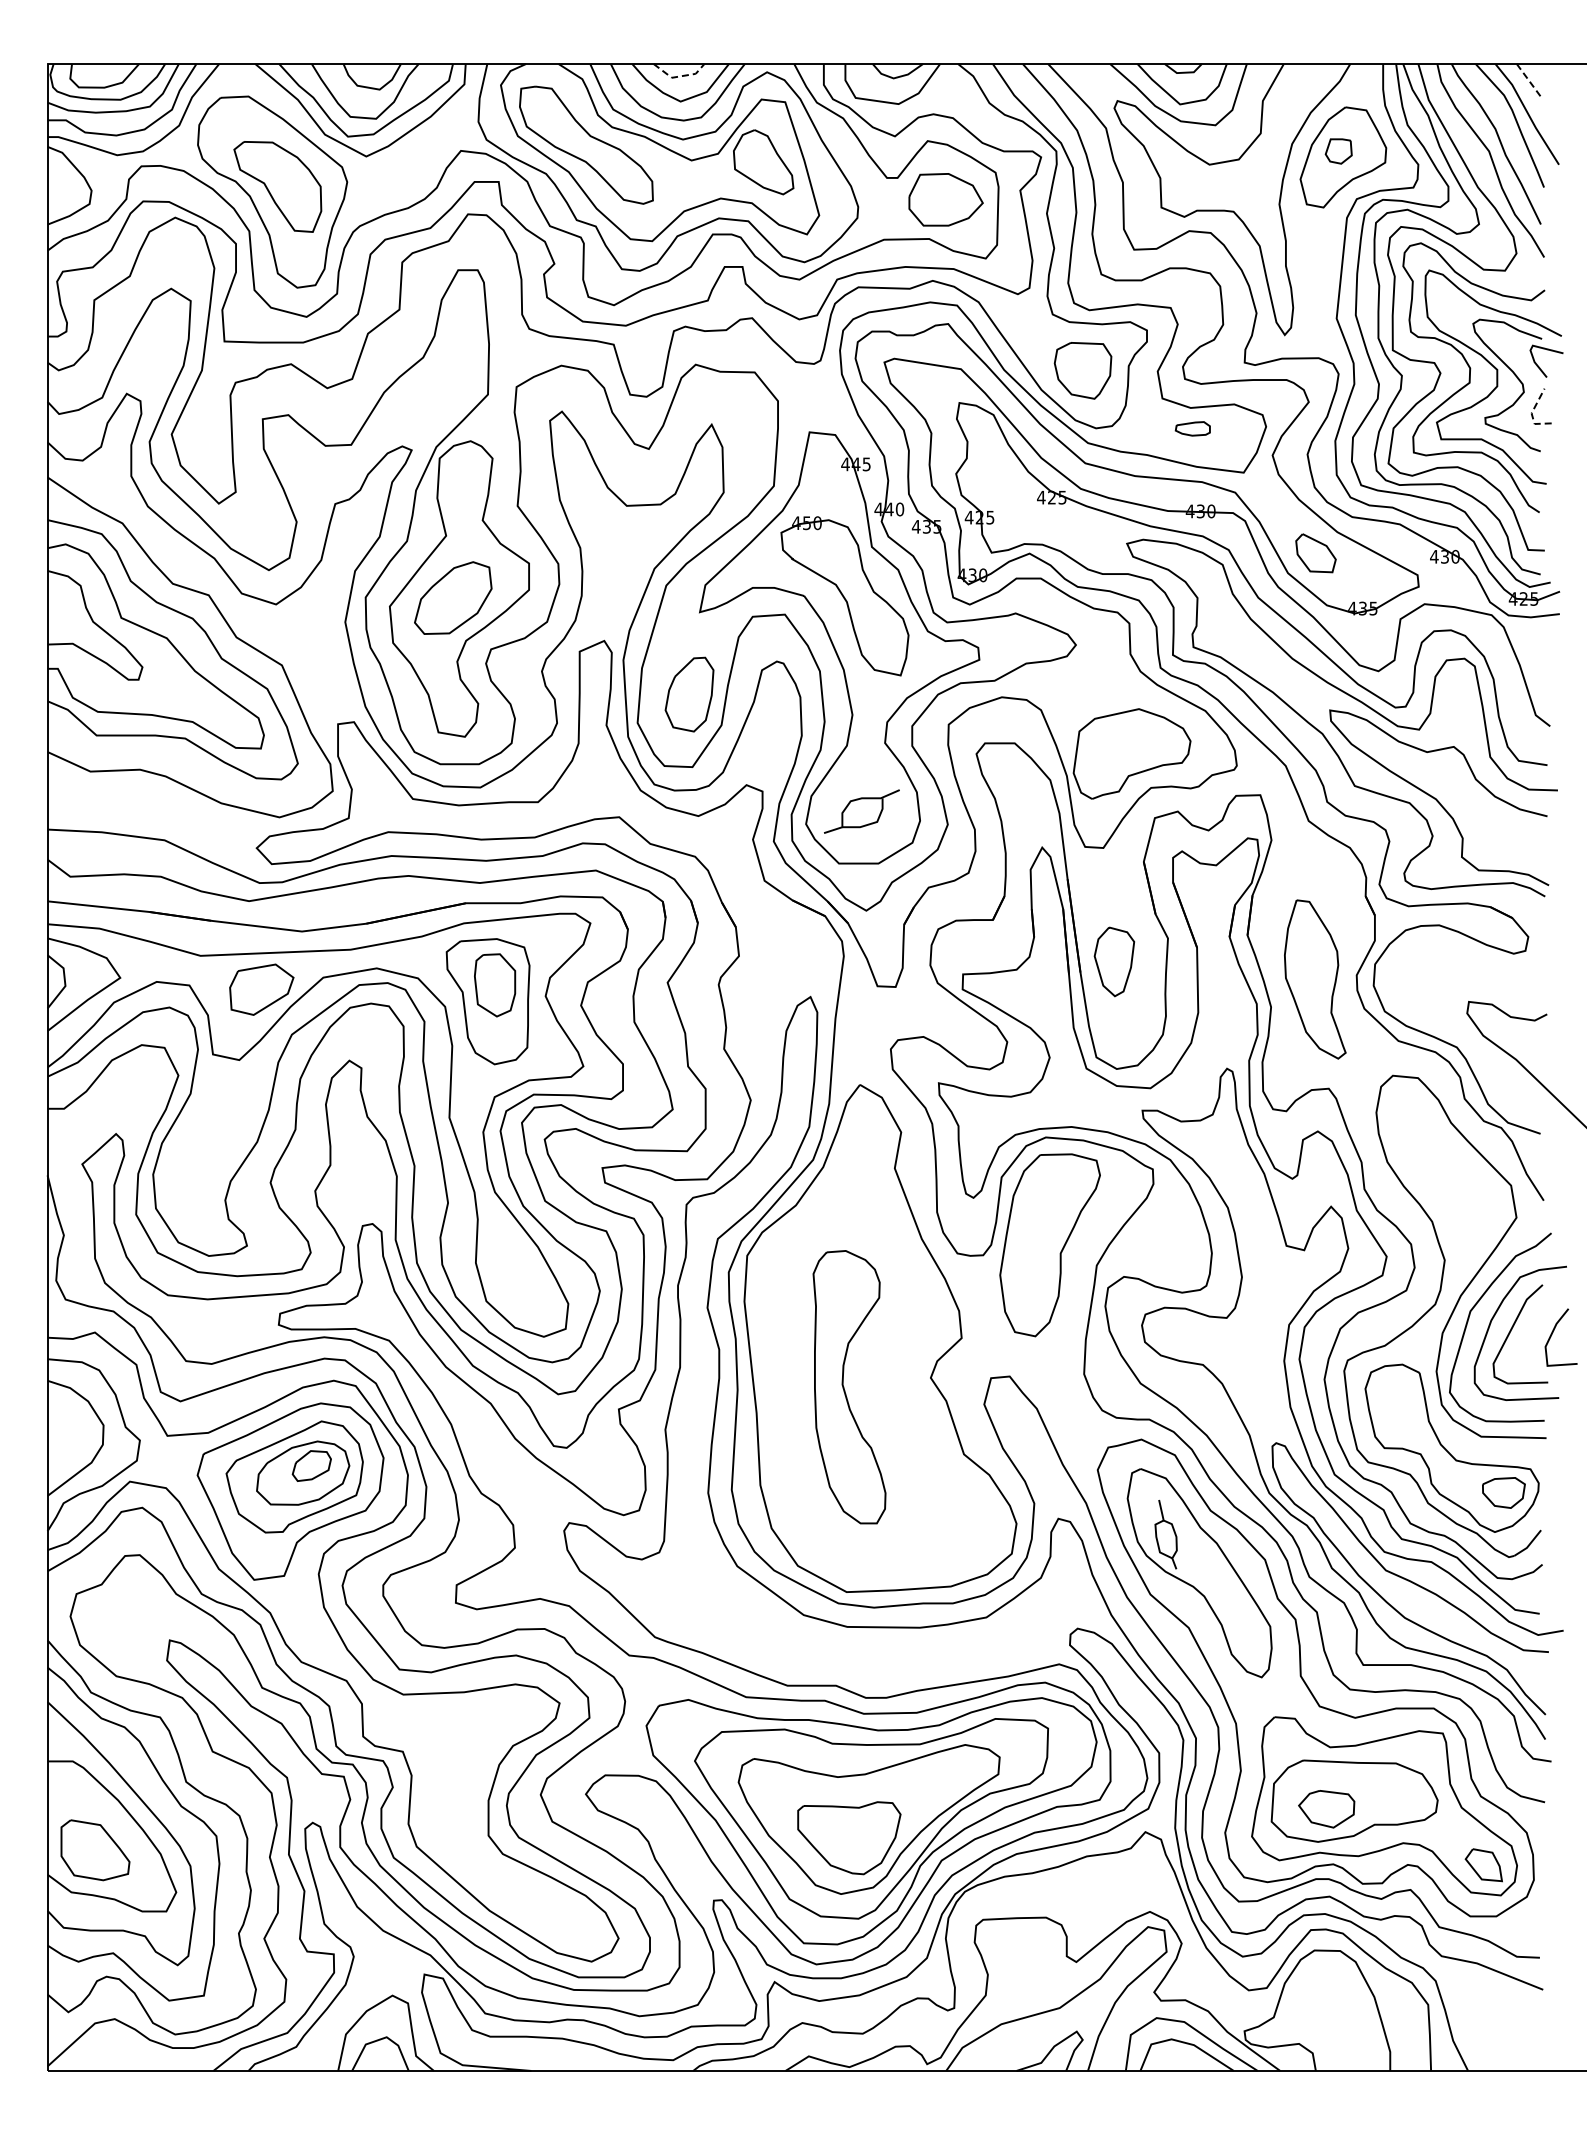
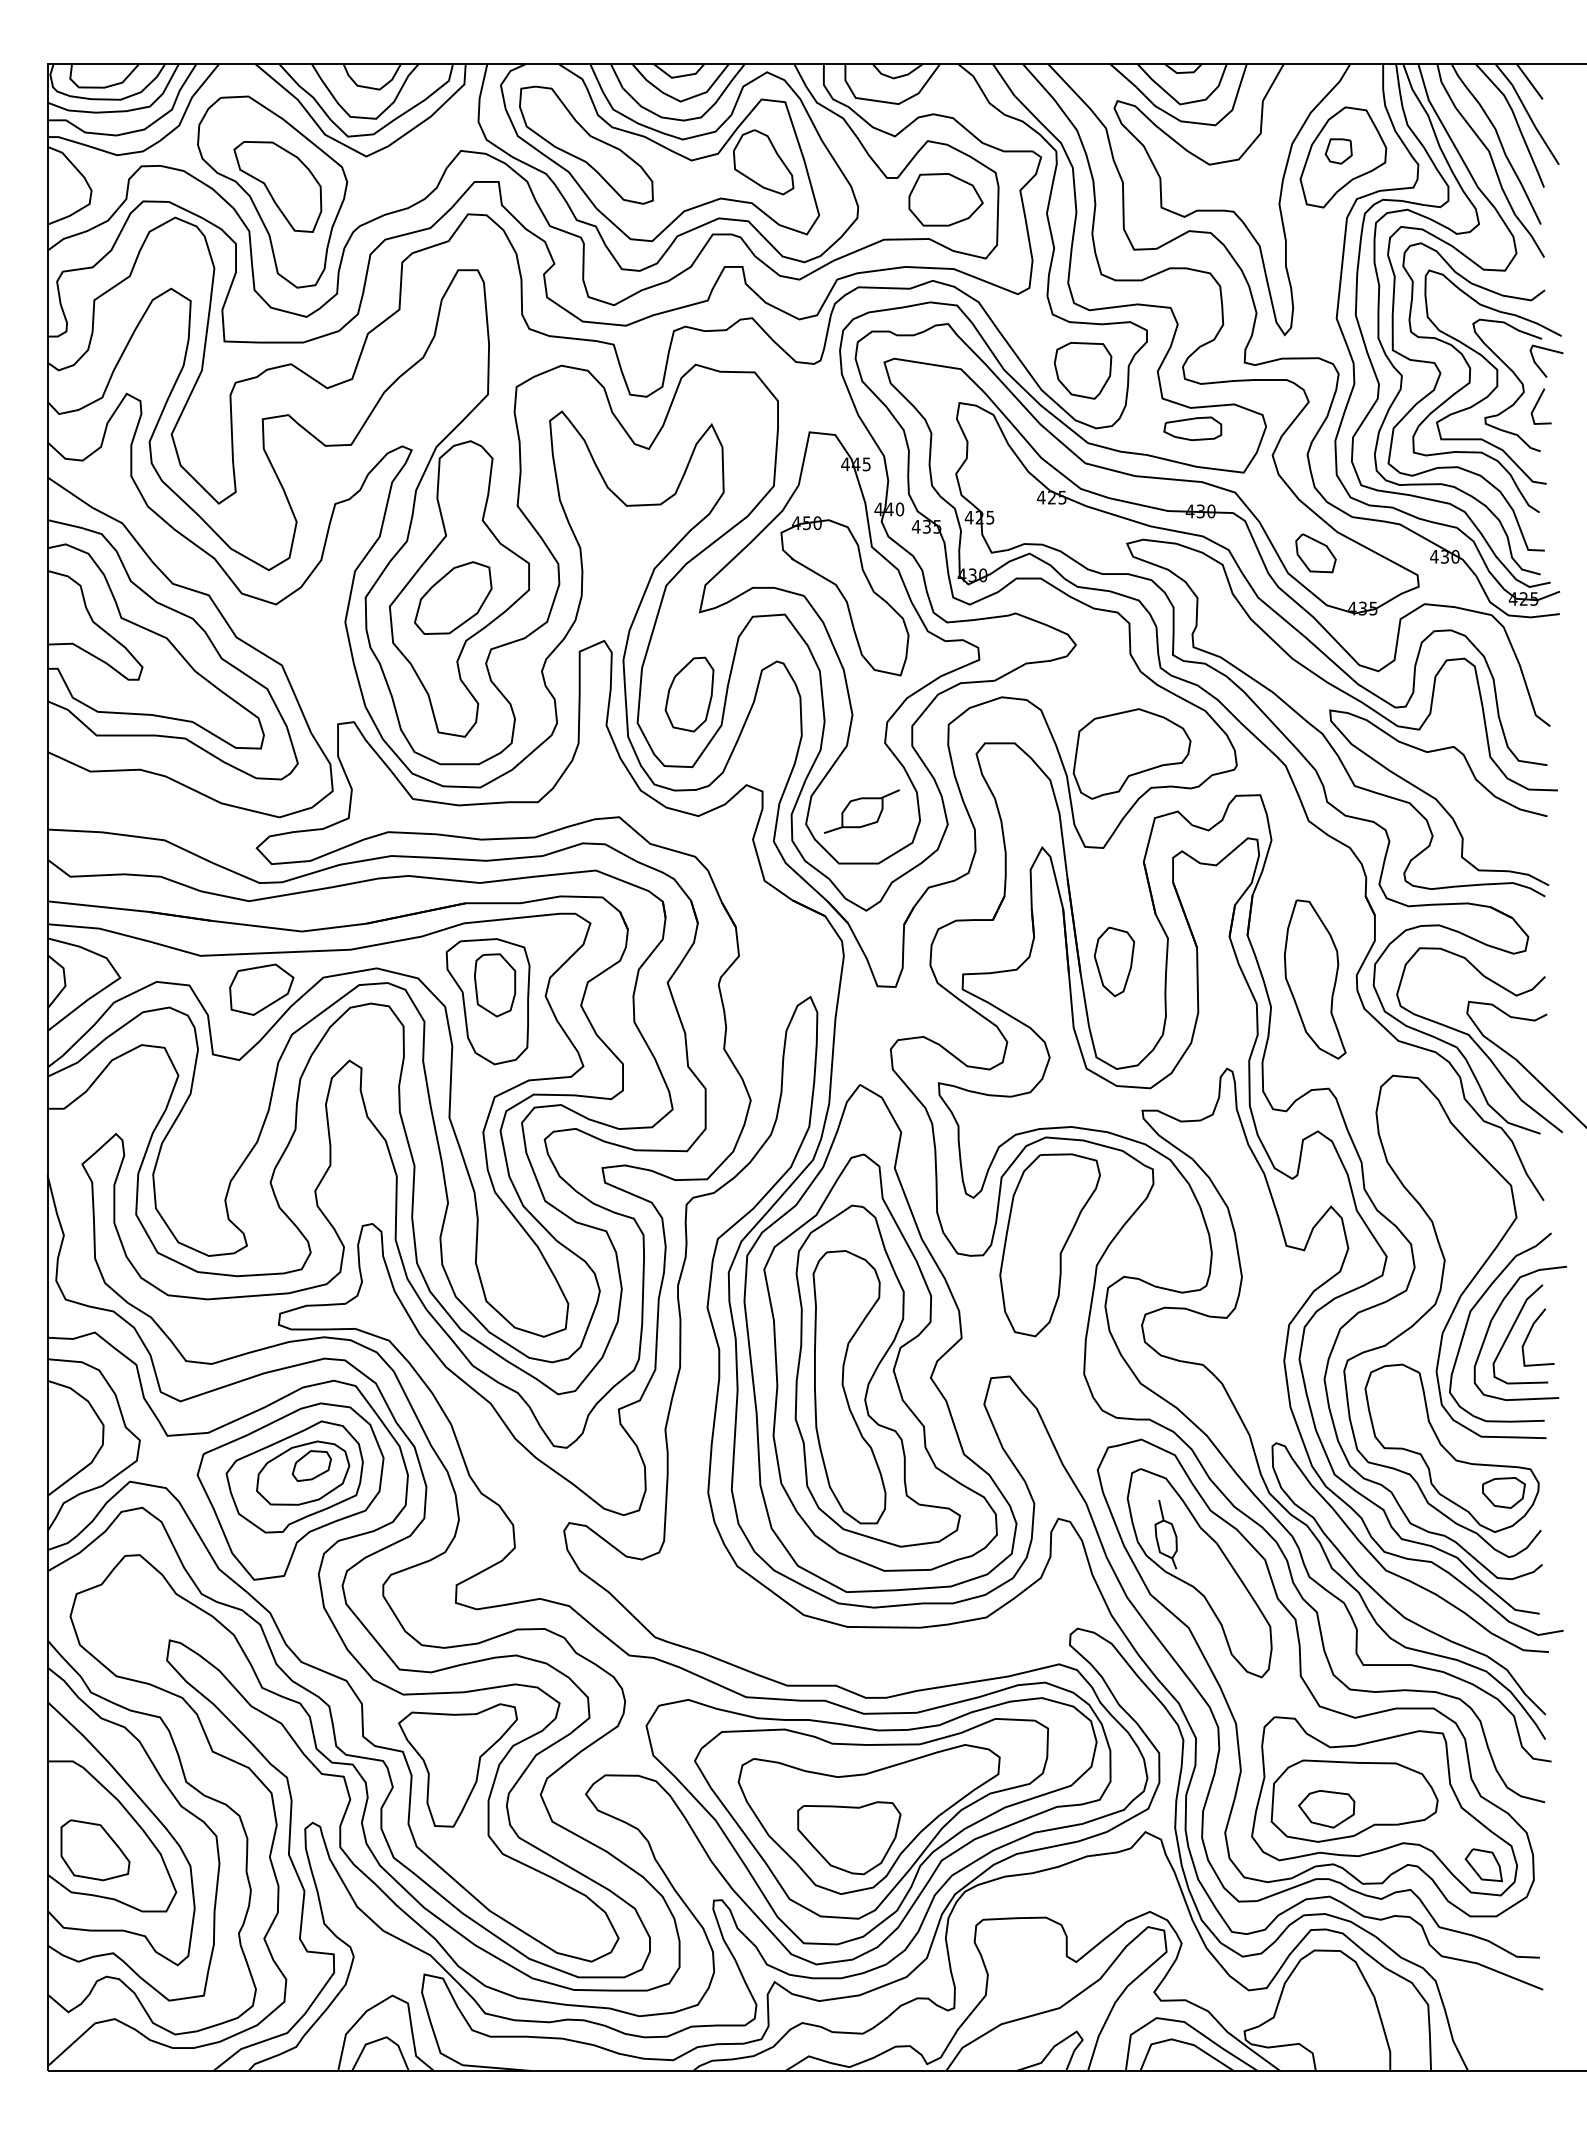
line at (679, 76): dashed -> solid
line at (1529, 81): dashed -> solid
line at (1531, 414): dashed -> solid
part at (1192, 428) size: 37x16 px -> 60x26 px
curve at (1476, 1042): none -> present
line at (1552, 1334) position: (1552, 1334) -> (1529, 1334)
part at (880, 1362): none -> present
part at (457, 1765): none -> present
